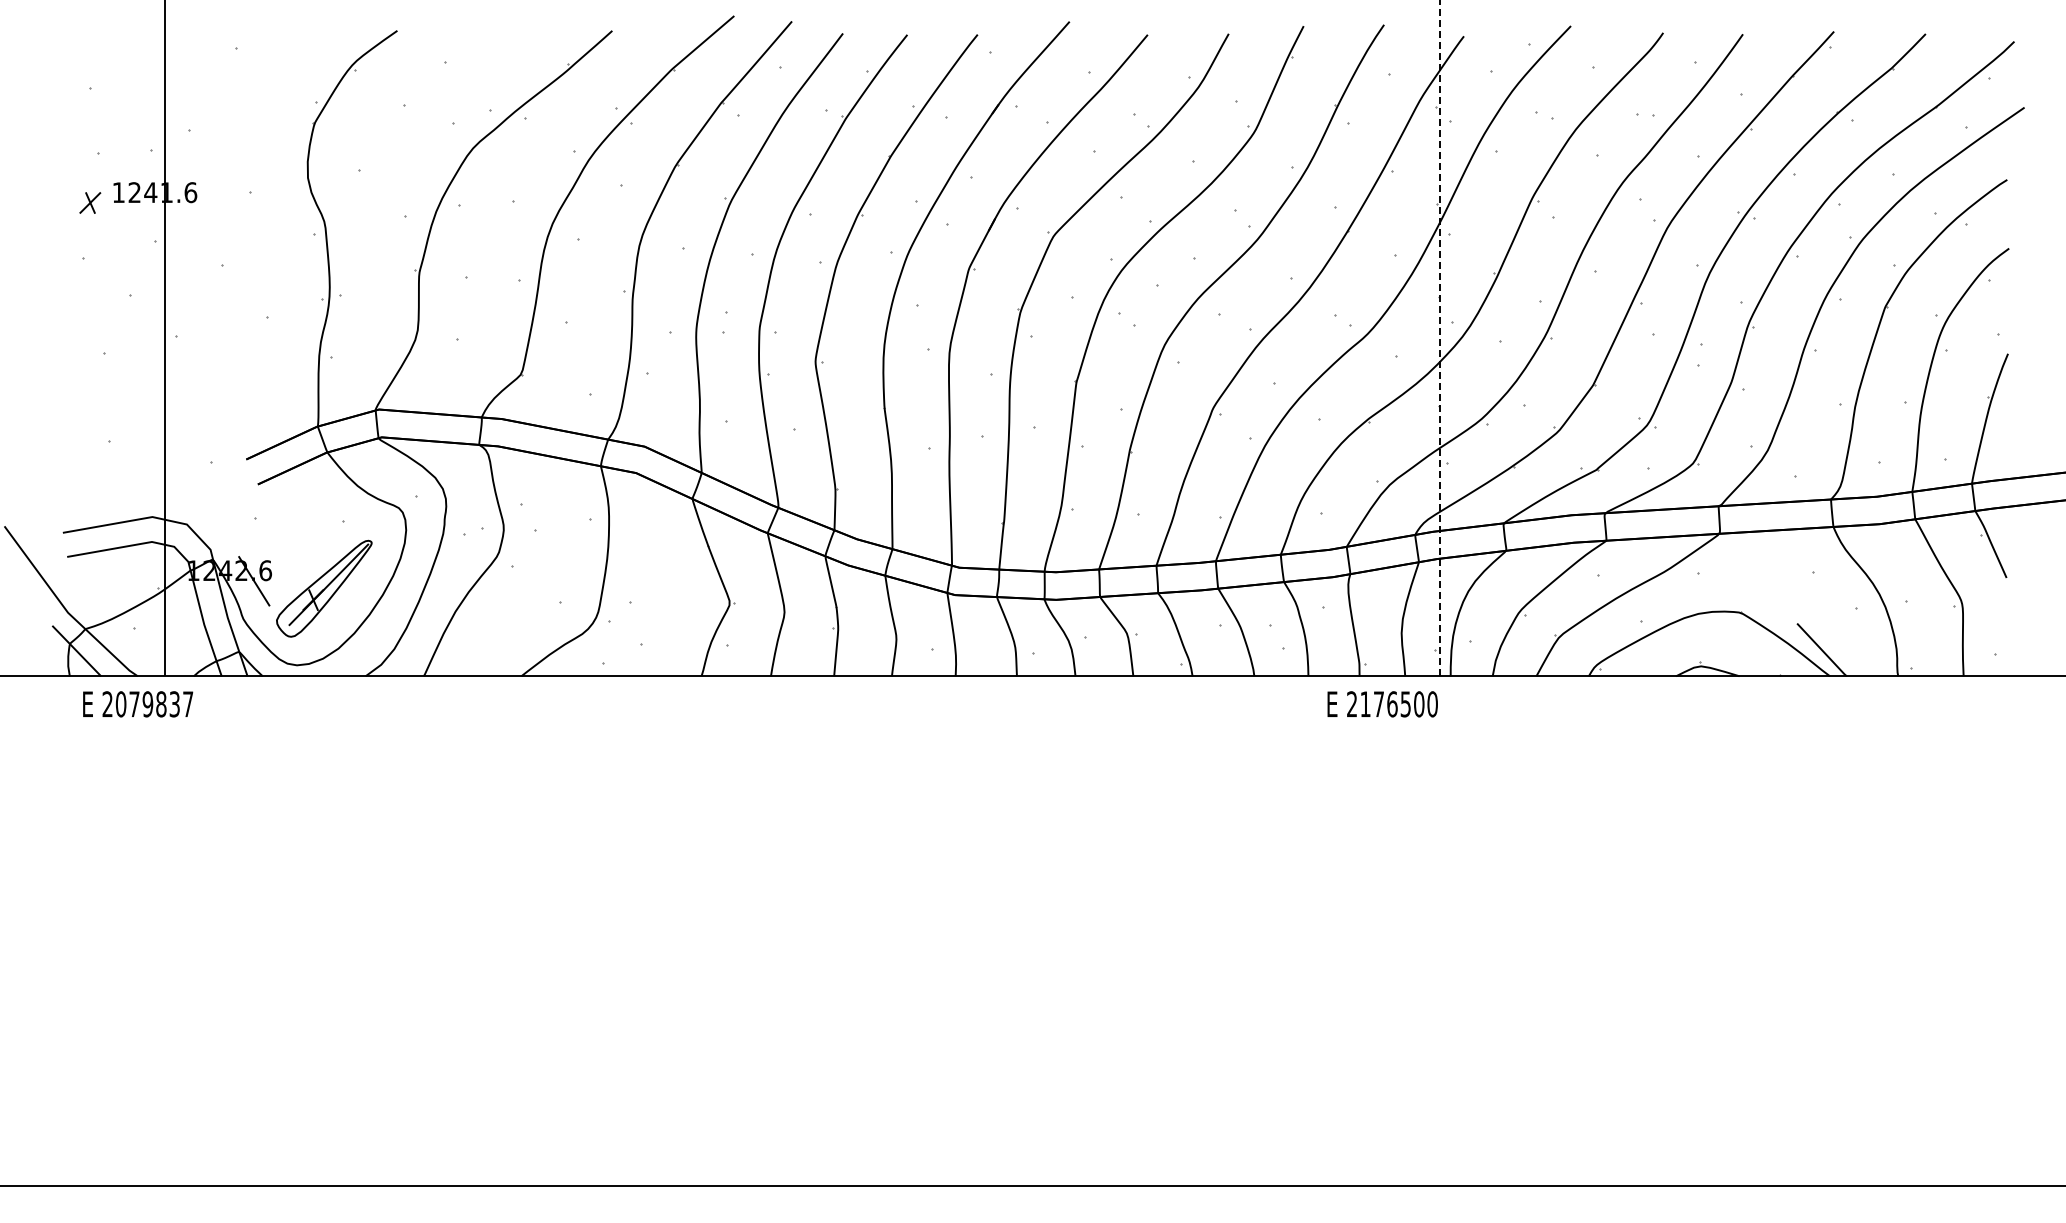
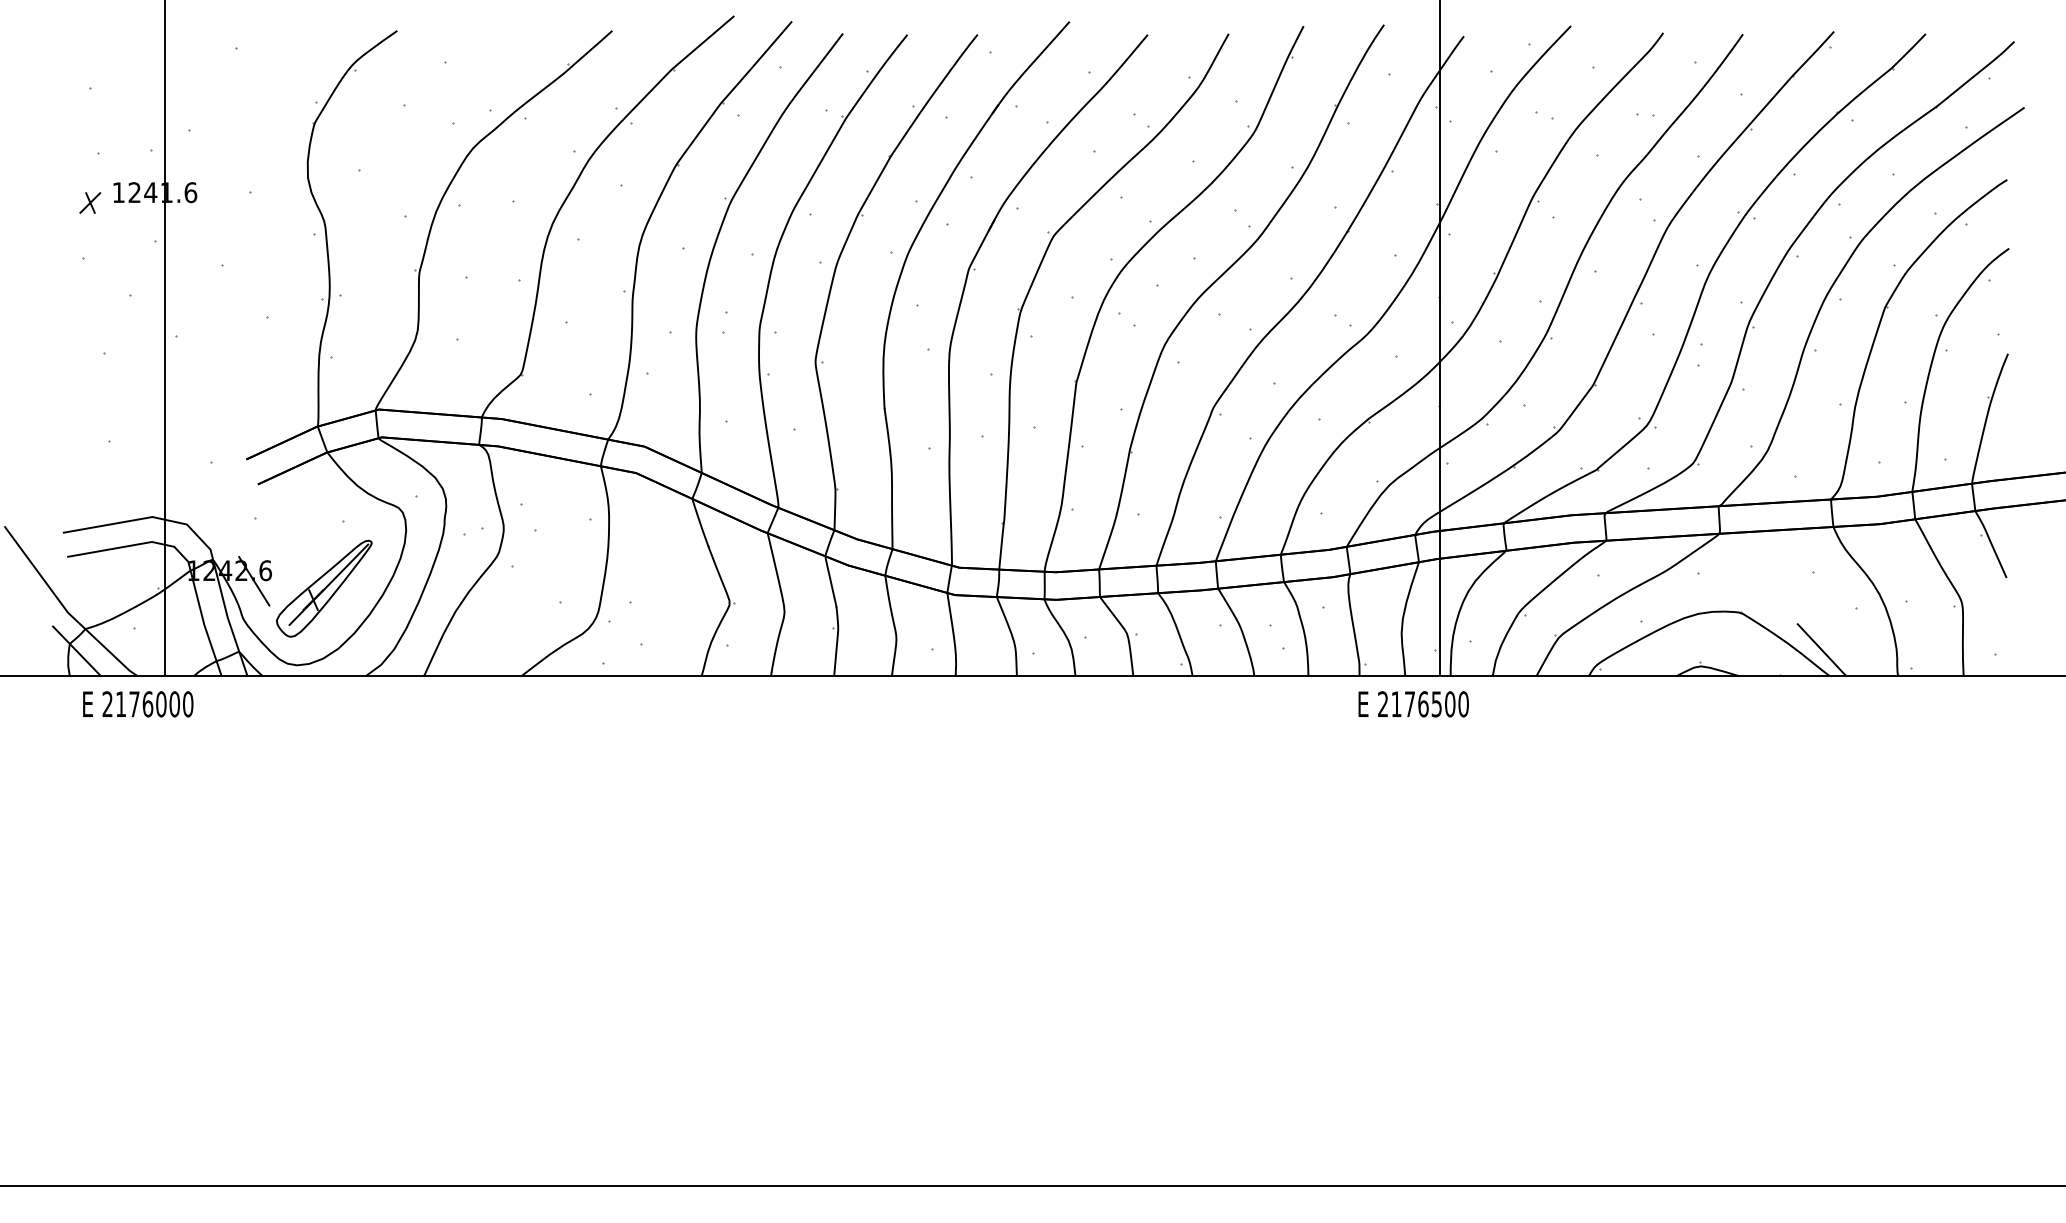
line at (1440, 338): dashed -> solid
text at (154, 704): 2079837 -> 2176000
text at (1382, 704) position: (1382, 704) -> (1413, 704)
